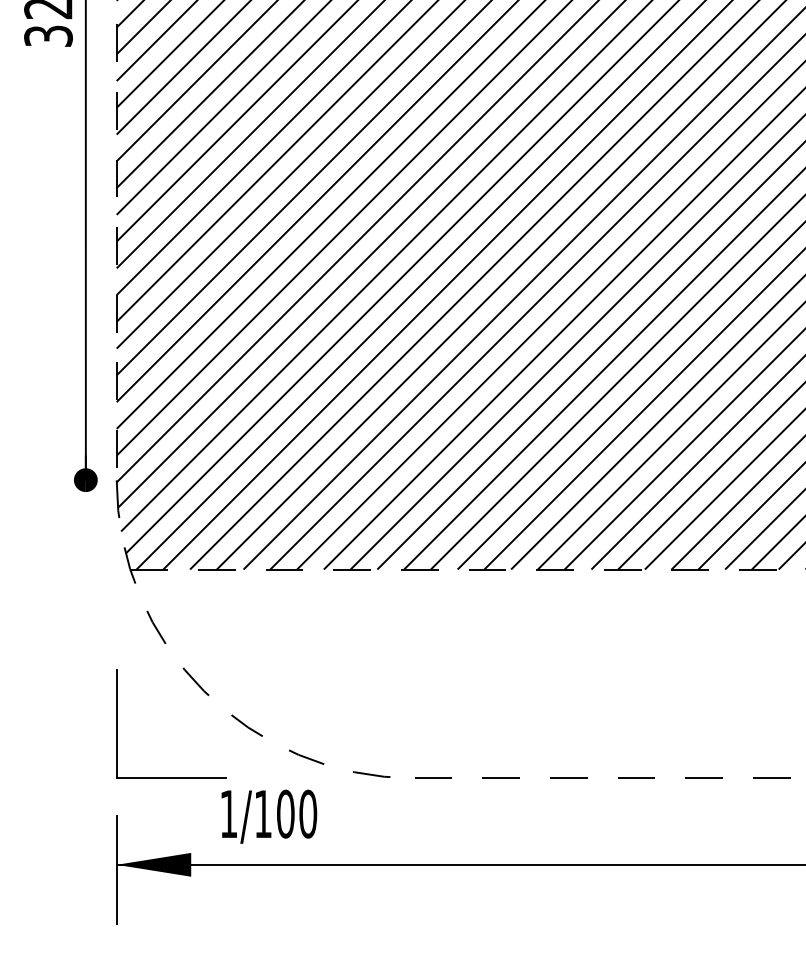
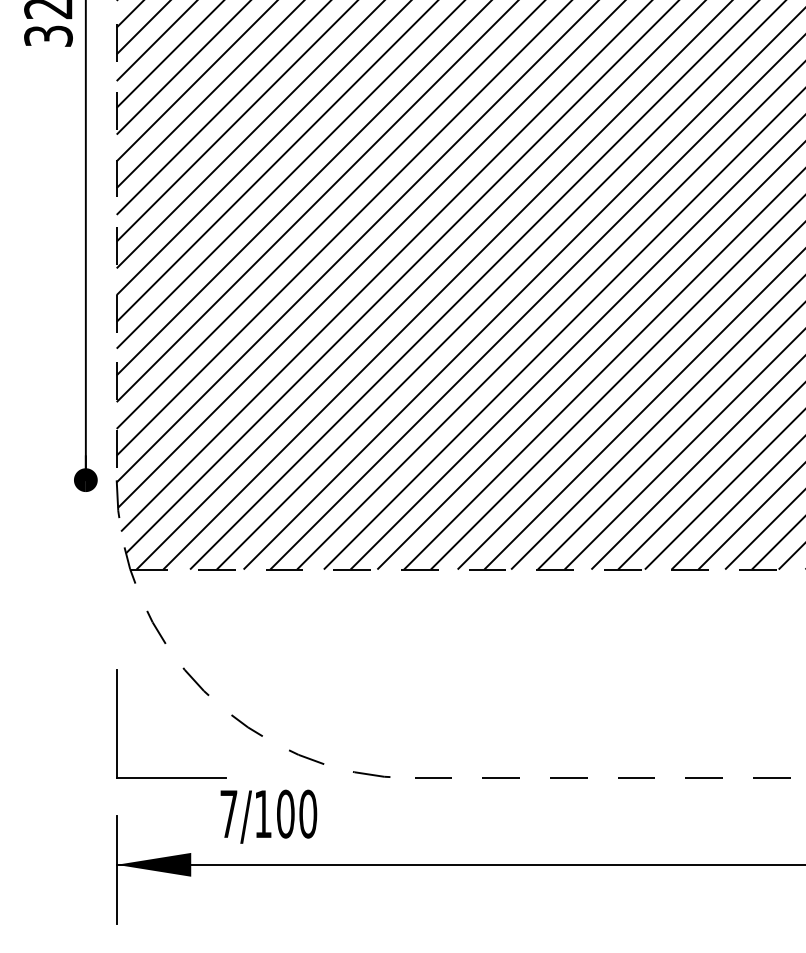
text at (228, 813): 1/100 -> 7/100
